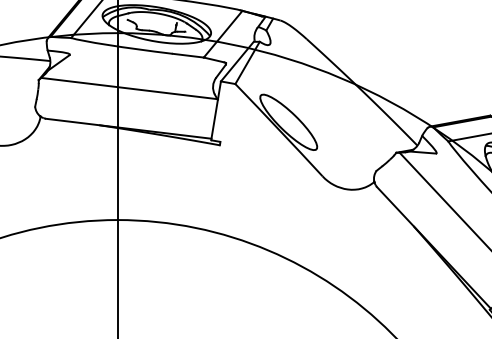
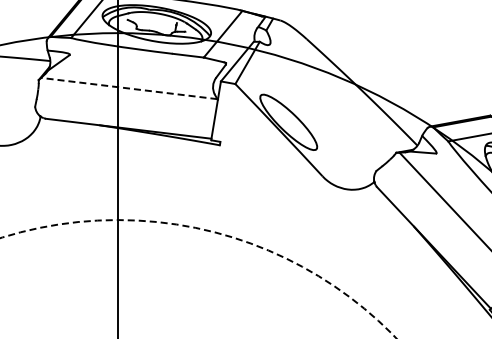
line at (129, 88): solid -> dashed
circle at (198, 279): solid -> dashed
